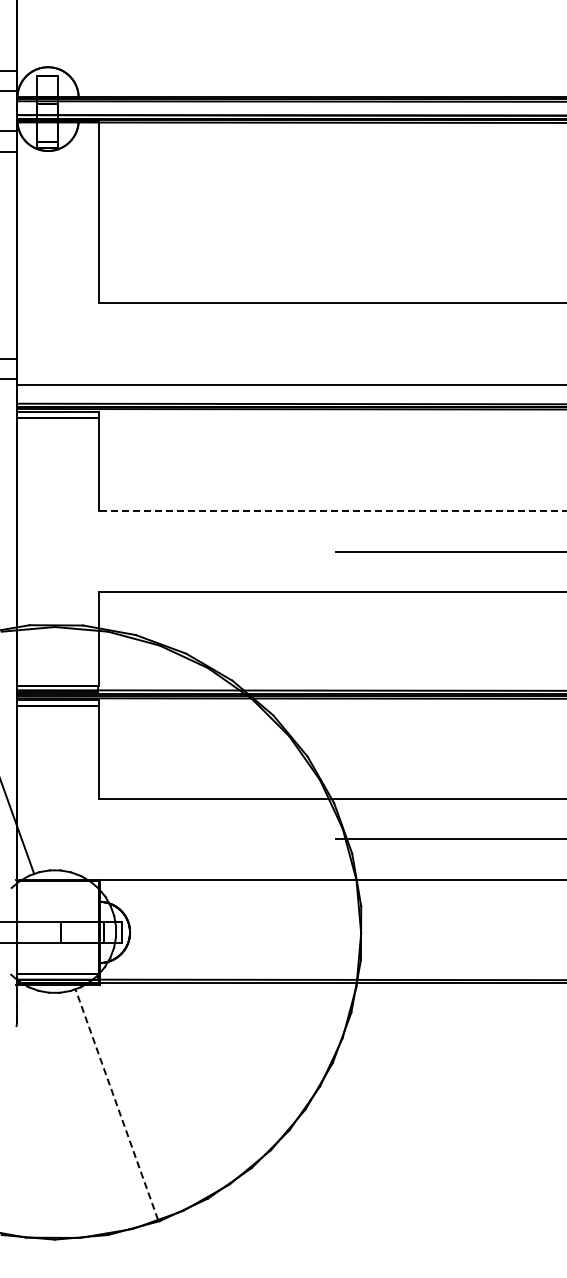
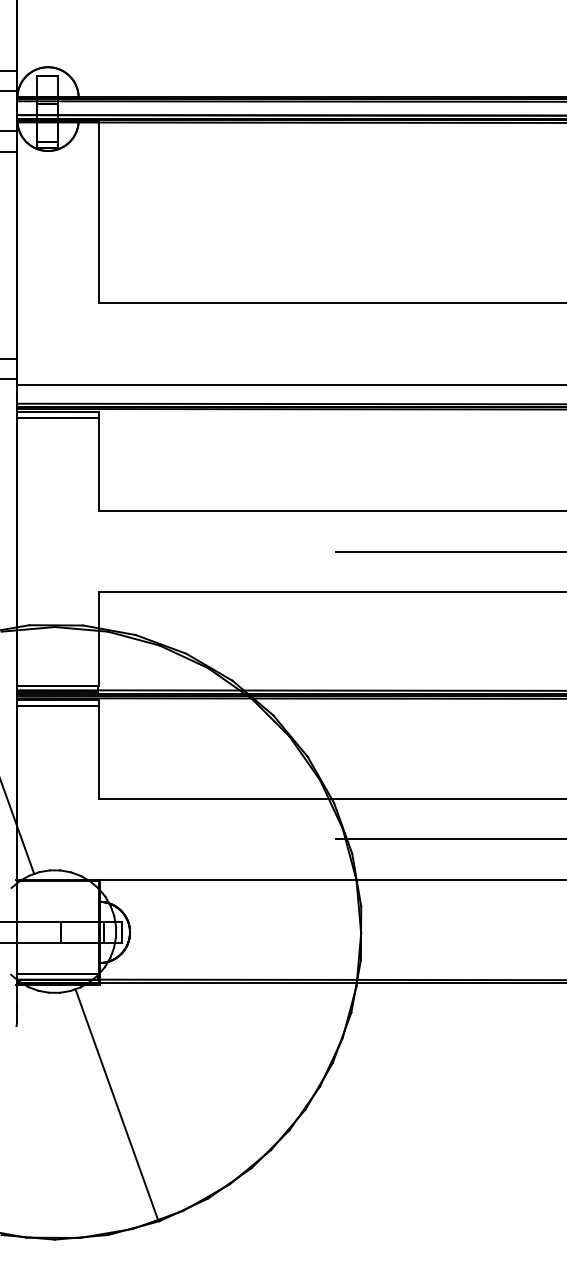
line at (332, 510): dashed -> solid
line at (116, 1104): dashed -> solid
